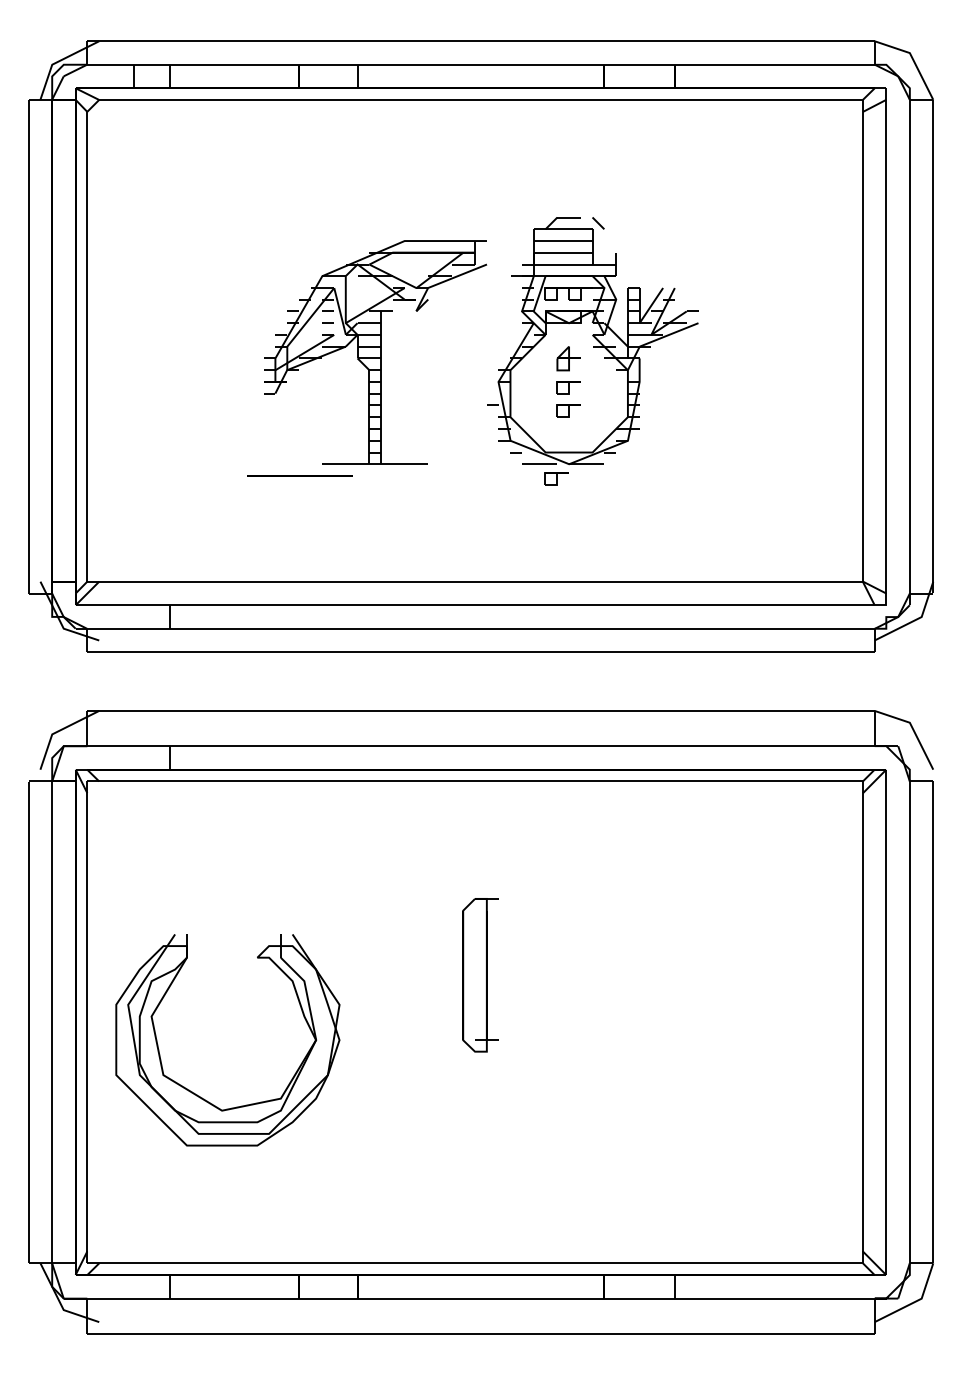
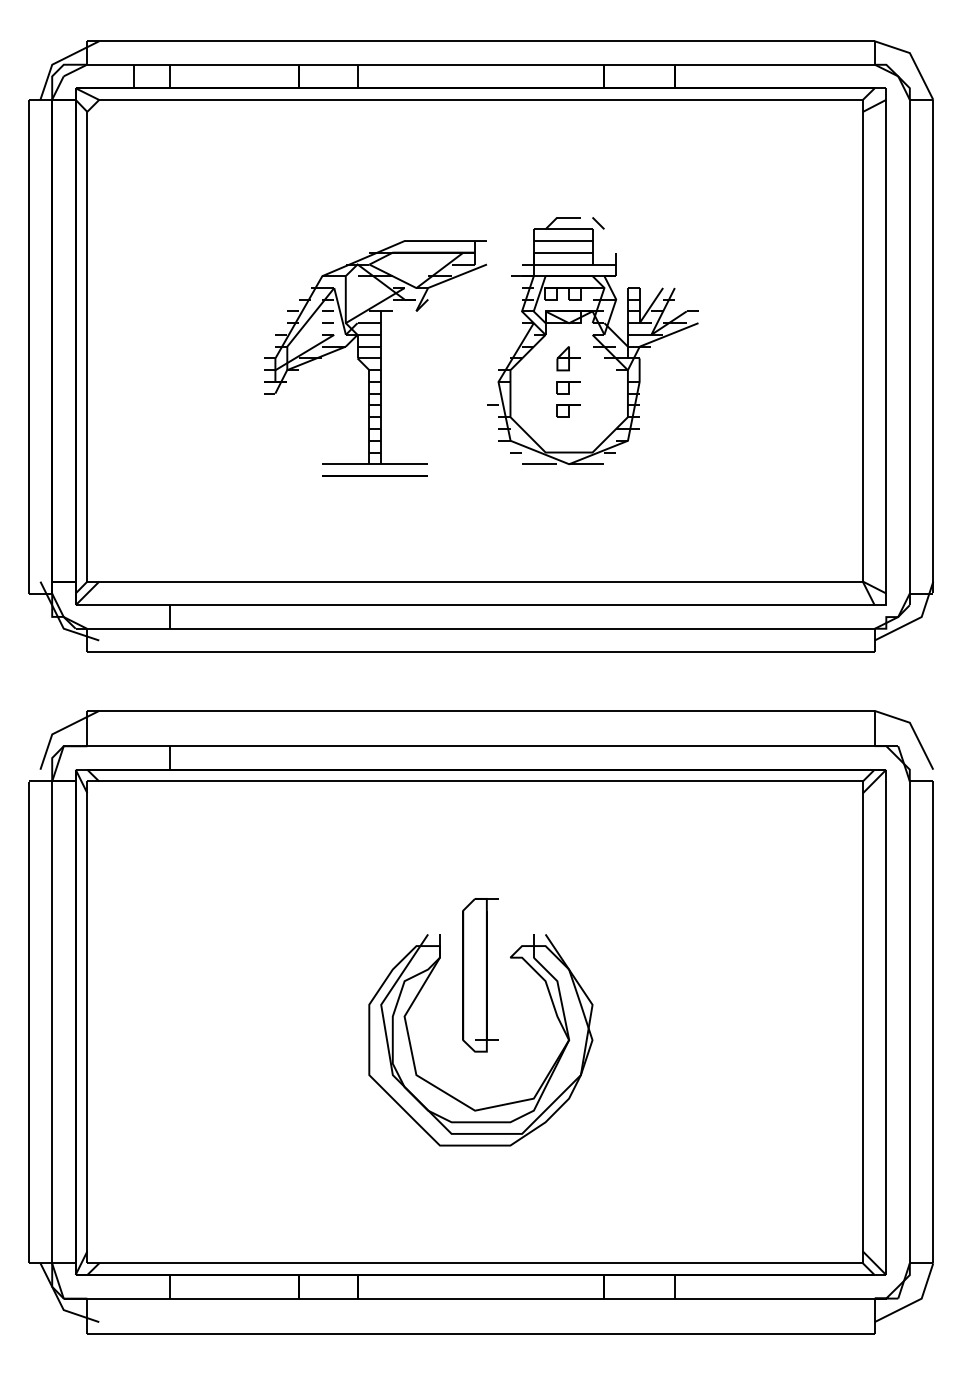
line at (299, 475) position: (299, 475) -> (374, 475)
part at (556, 478): present -> none
part at (194, 1092) position: (194, 1092) -> (447, 1092)
